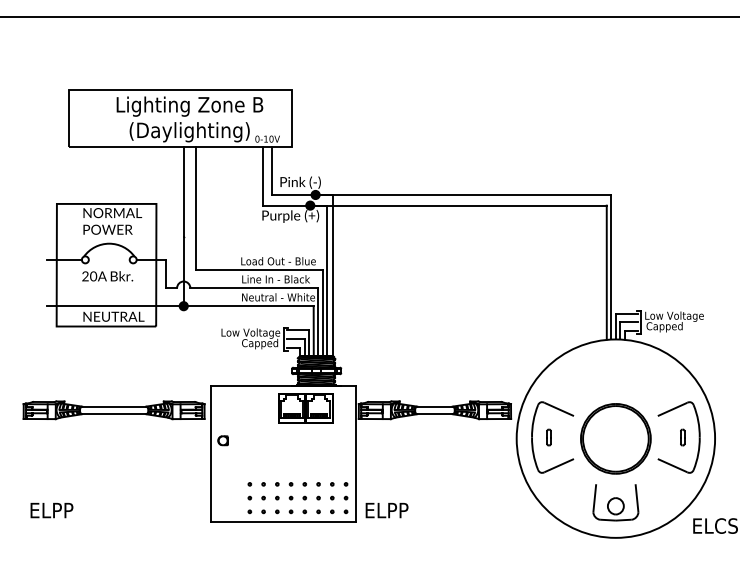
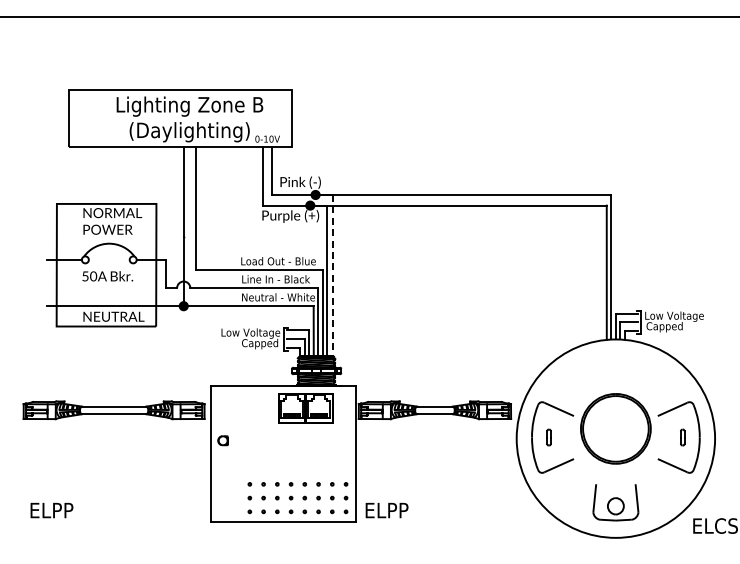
line at (332, 275): solid -> dashed
text at (85, 276): 20A -> 50A
part at (615, 438) position: (615, 438) -> (615, 428)
